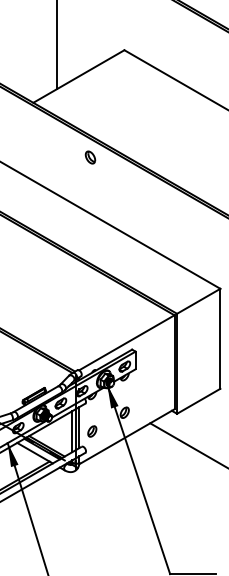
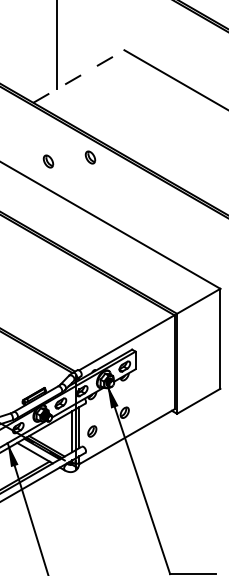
line at (78, 76): solid -> dashed
part at (48, 161): none -> present
line at (187, 444): present -> none
